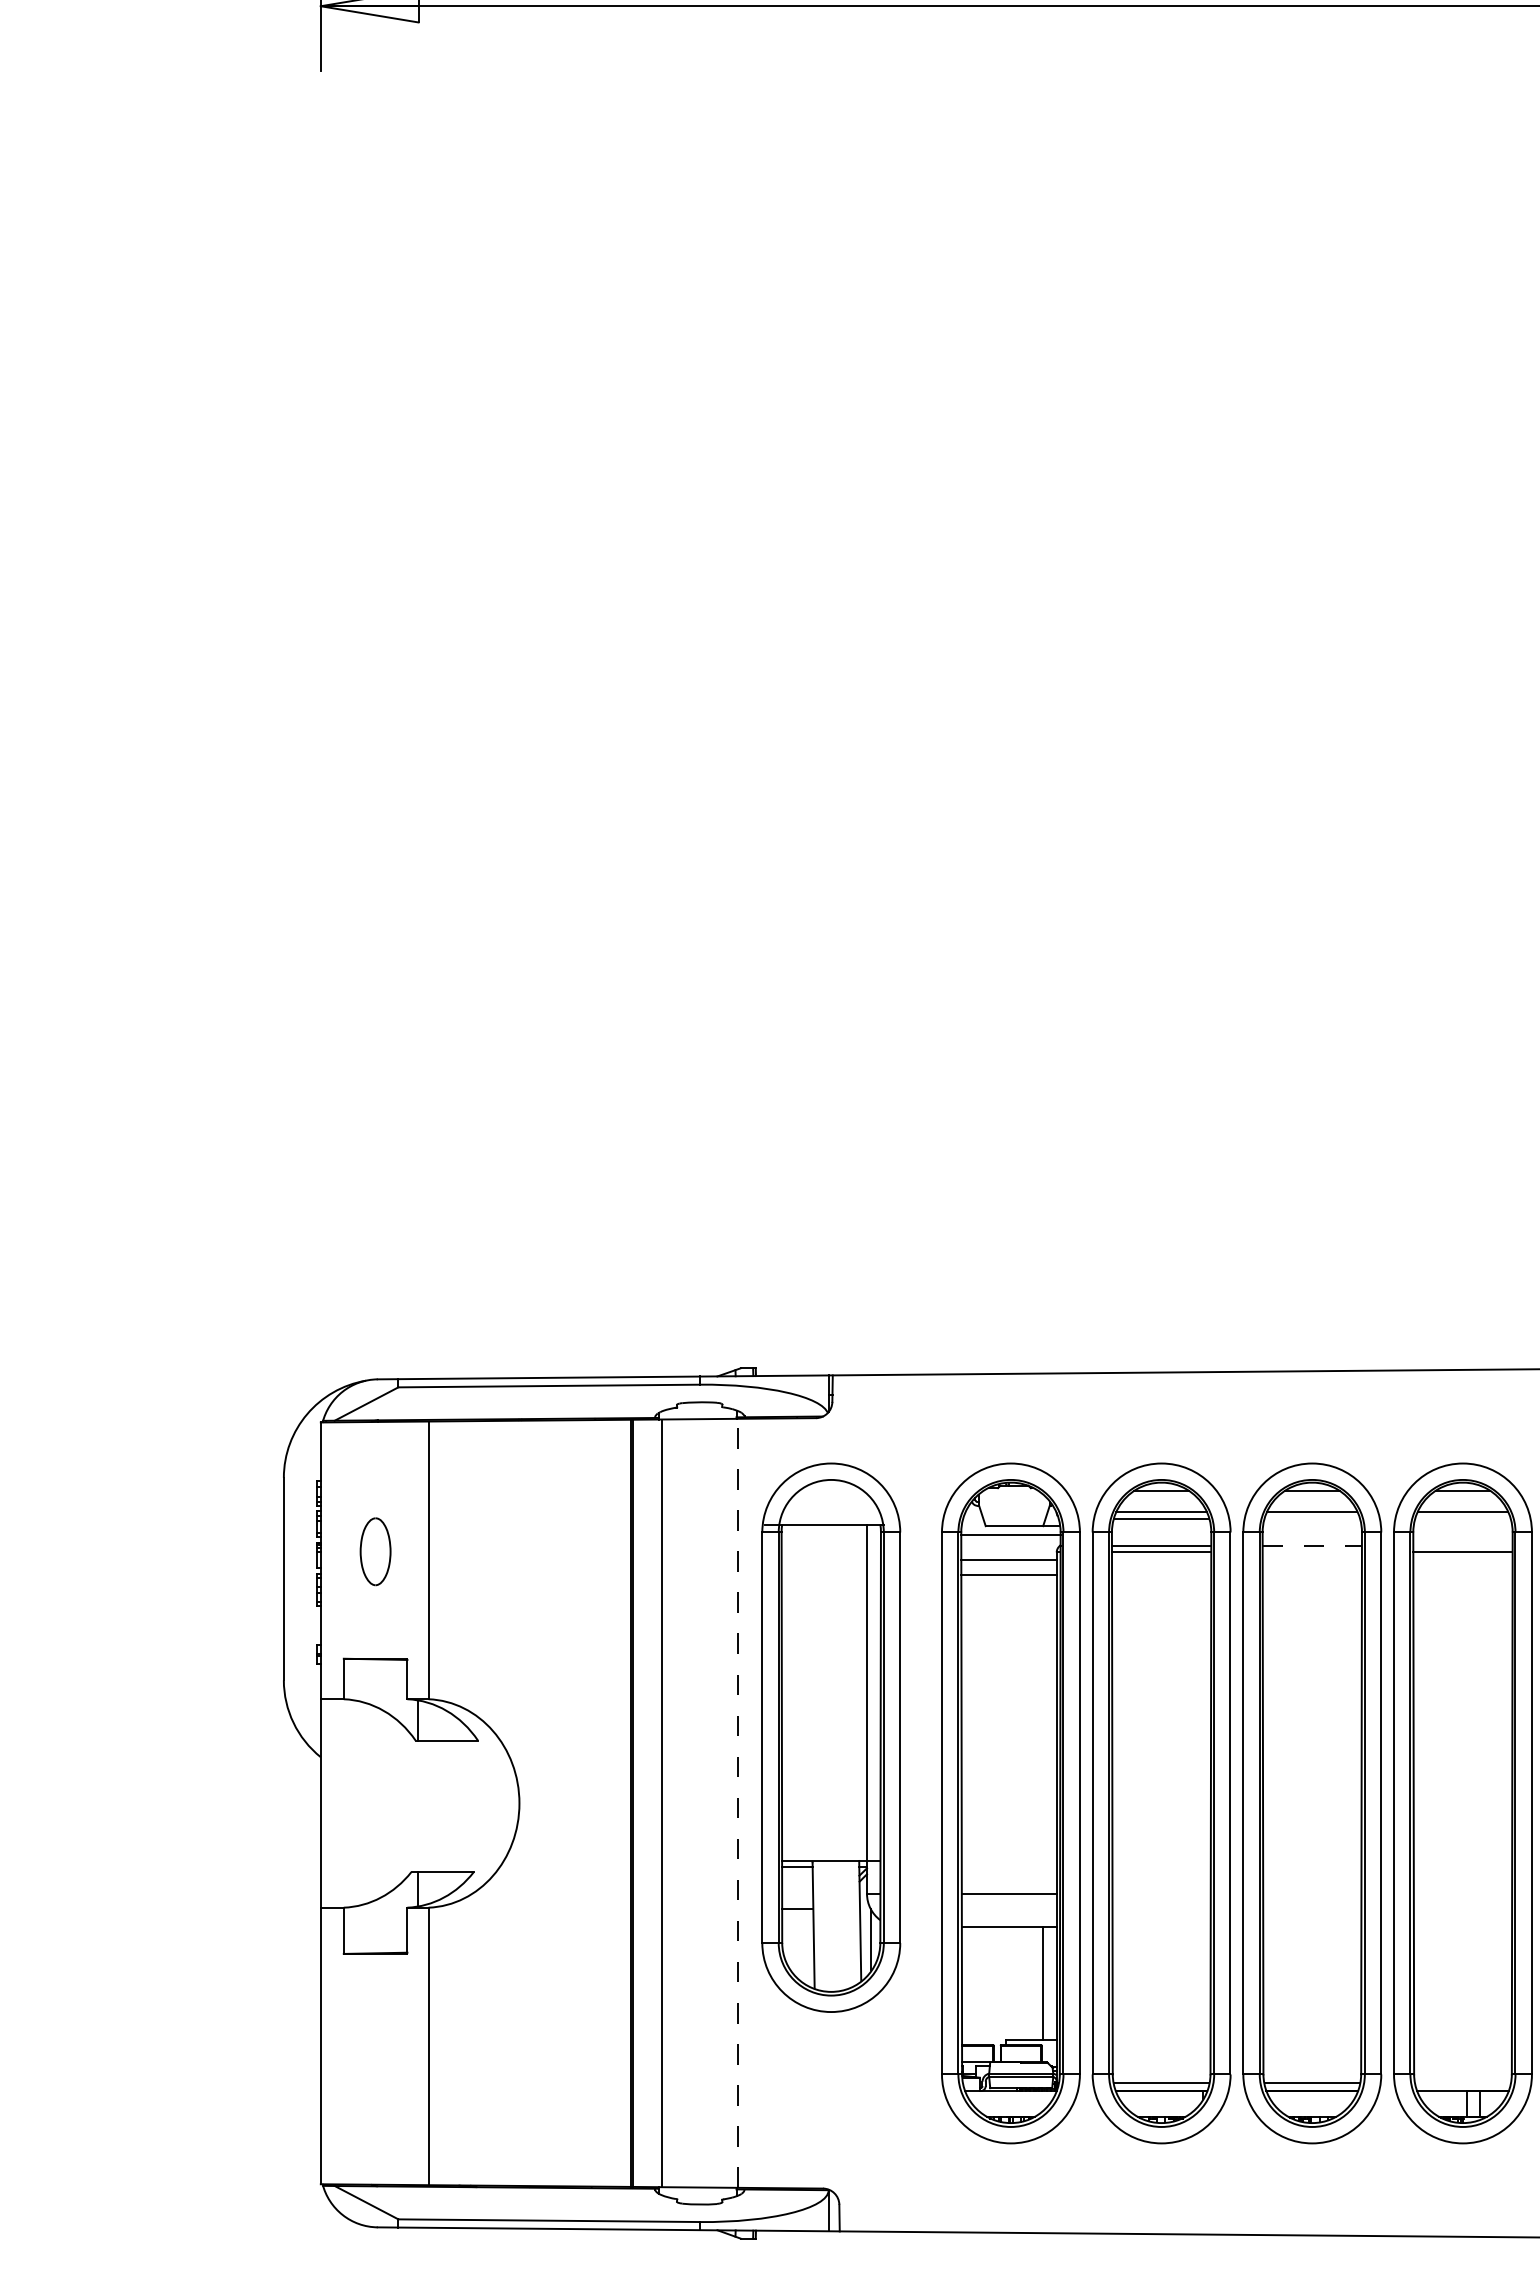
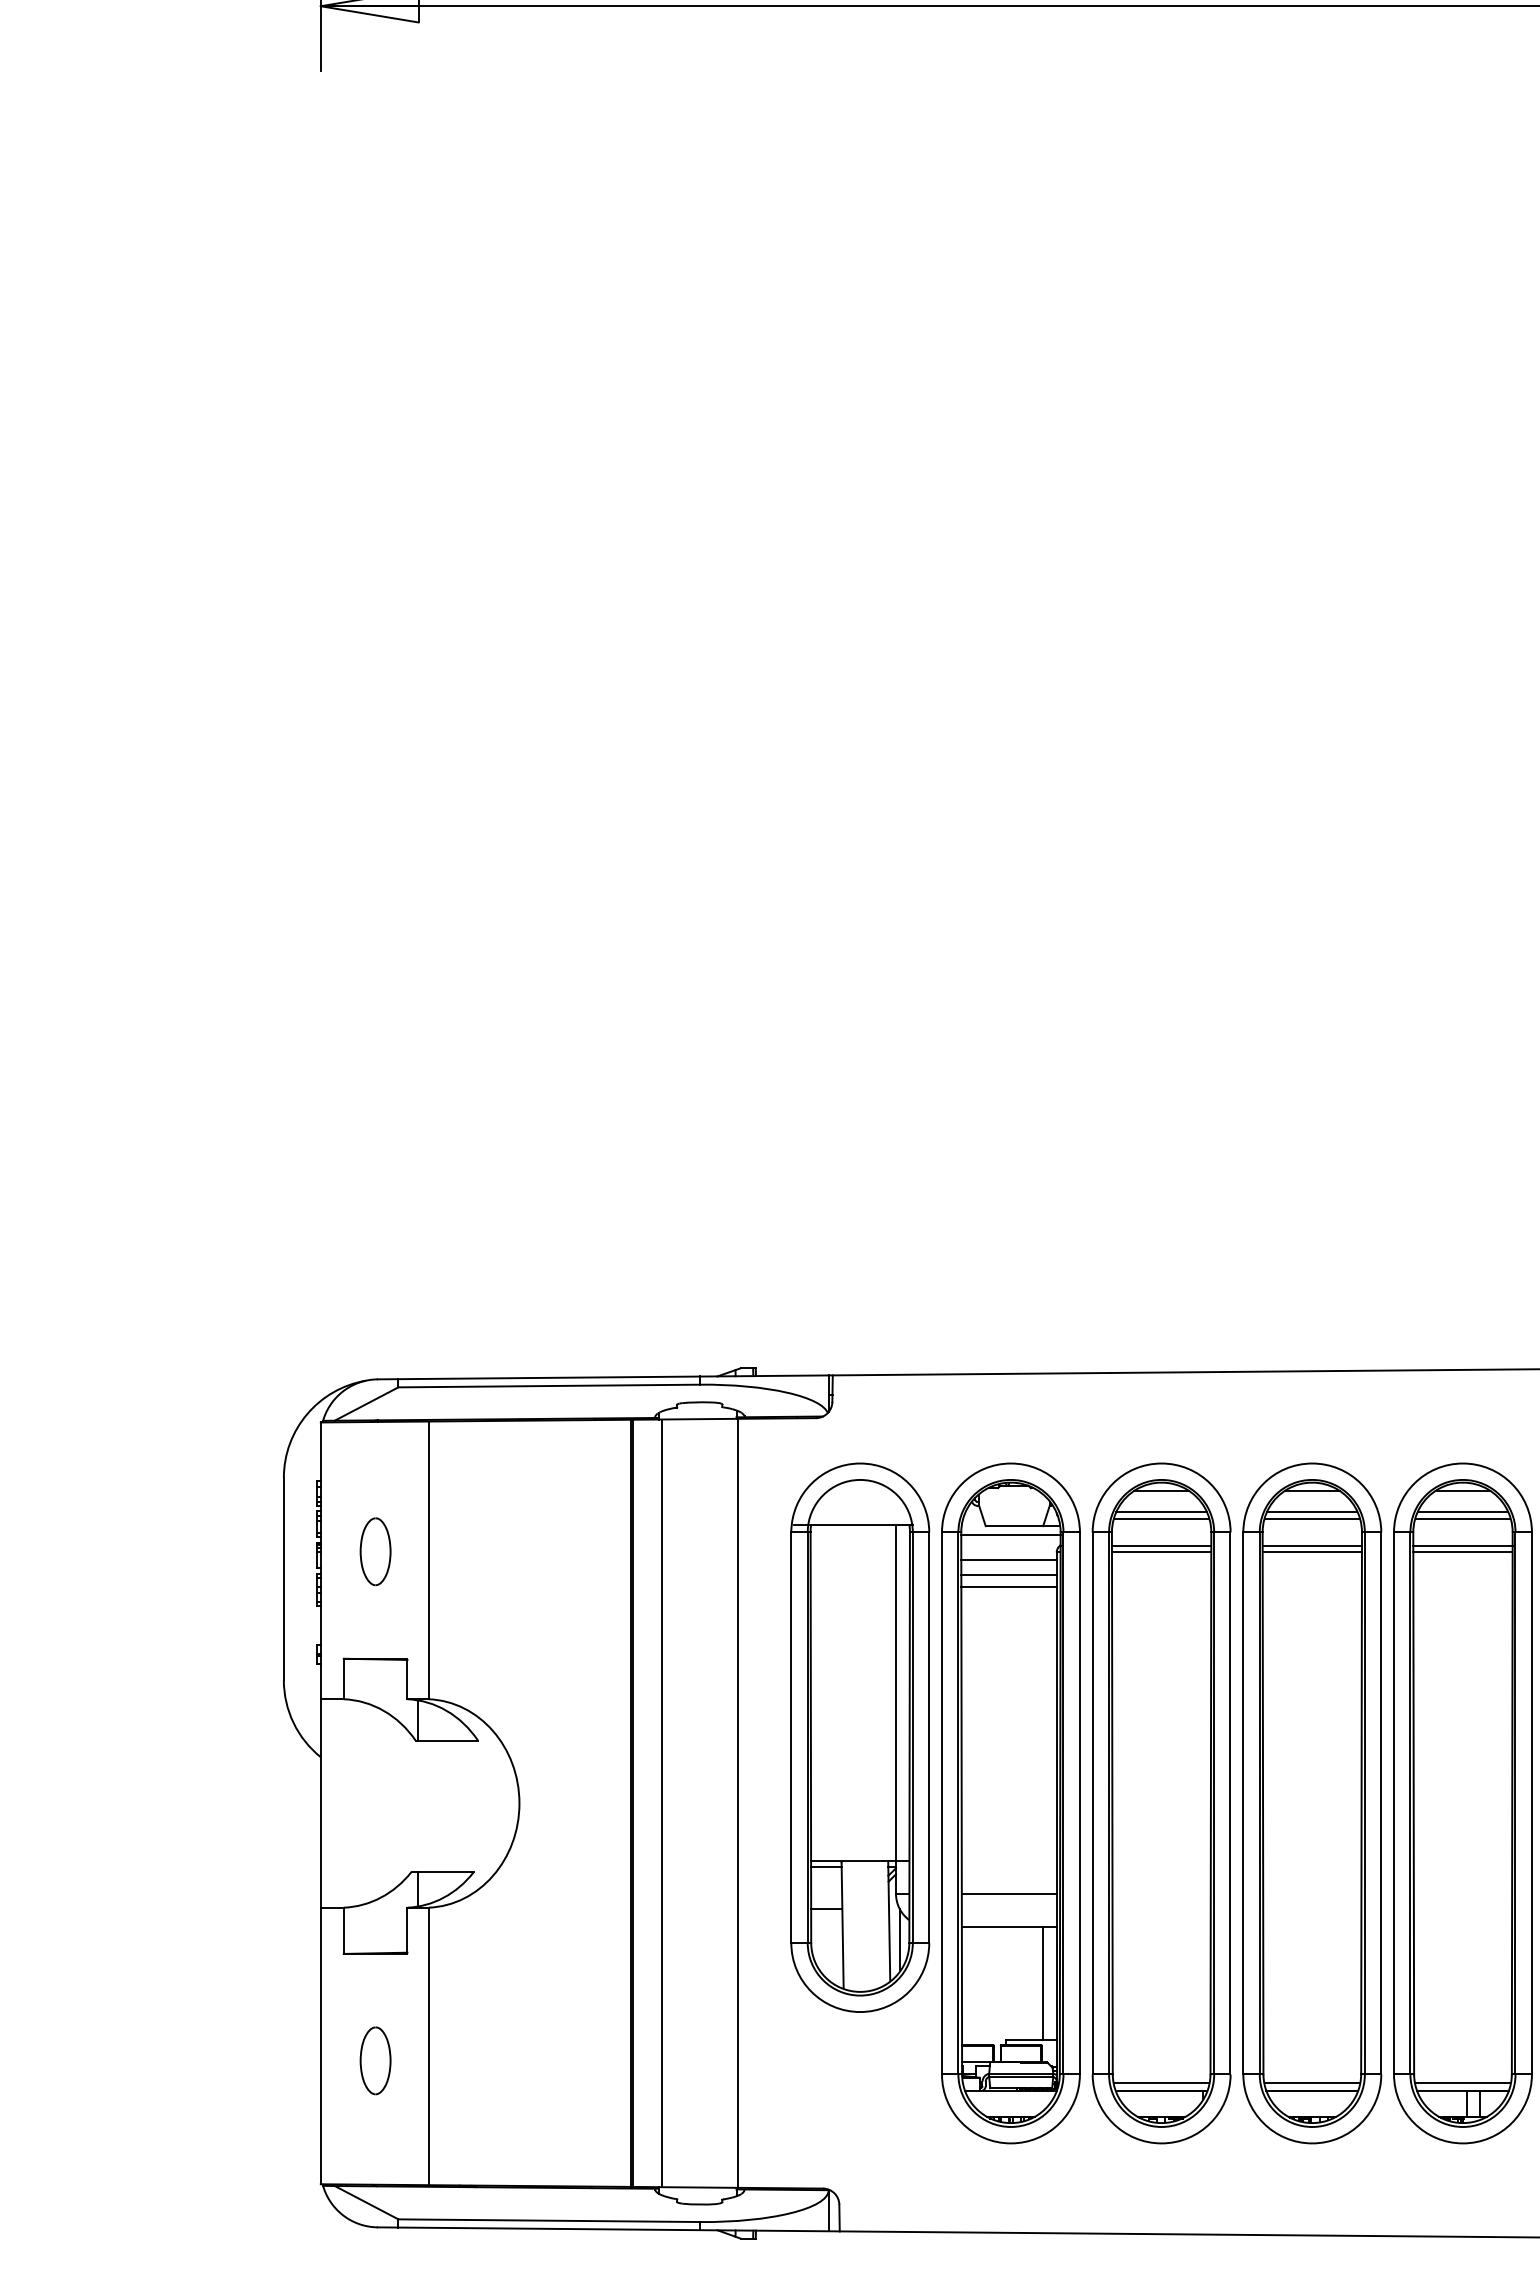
line at (1311, 1519): none -> present
line at (1462, 1519): none -> present
line at (1312, 1545): dashed -> solid
line at (1462, 1545): none -> present
line at (1311, 1552): none -> present
line at (1008, 1587): none -> present
part at (831, 1737) position: (831, 1737) -> (860, 1737)
line at (737, 1802): dashed -> solid
part at (375, 2060): none -> present
line at (1462, 2082): none -> present
